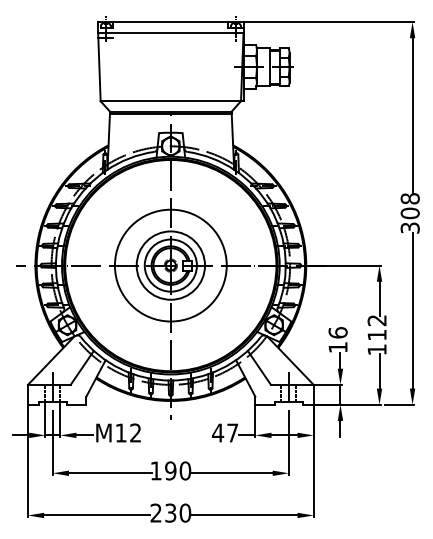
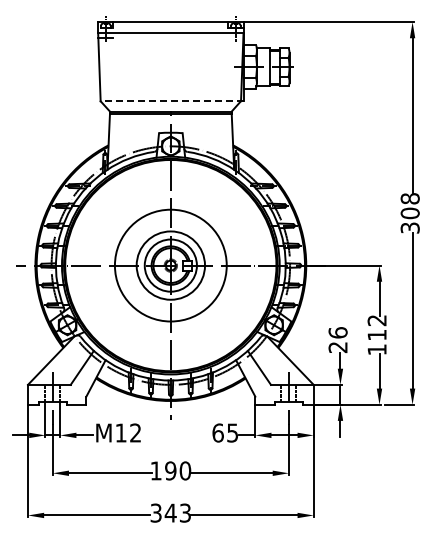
line at (171, 101): solid -> dashed
text at (337, 347): 16 -> 26
text at (225, 432): 47 -> 65
text at (170, 512): 230 -> 343
